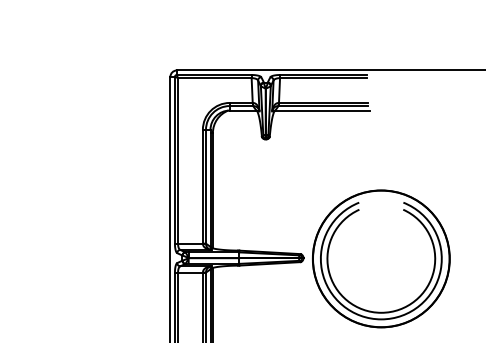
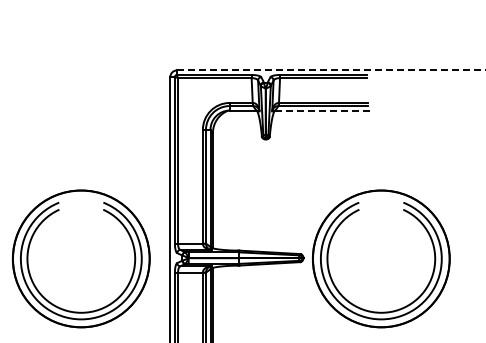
line at (331, 70): solid -> dashed
line at (322, 110): solid -> dashed
part at (81, 258): none -> present
